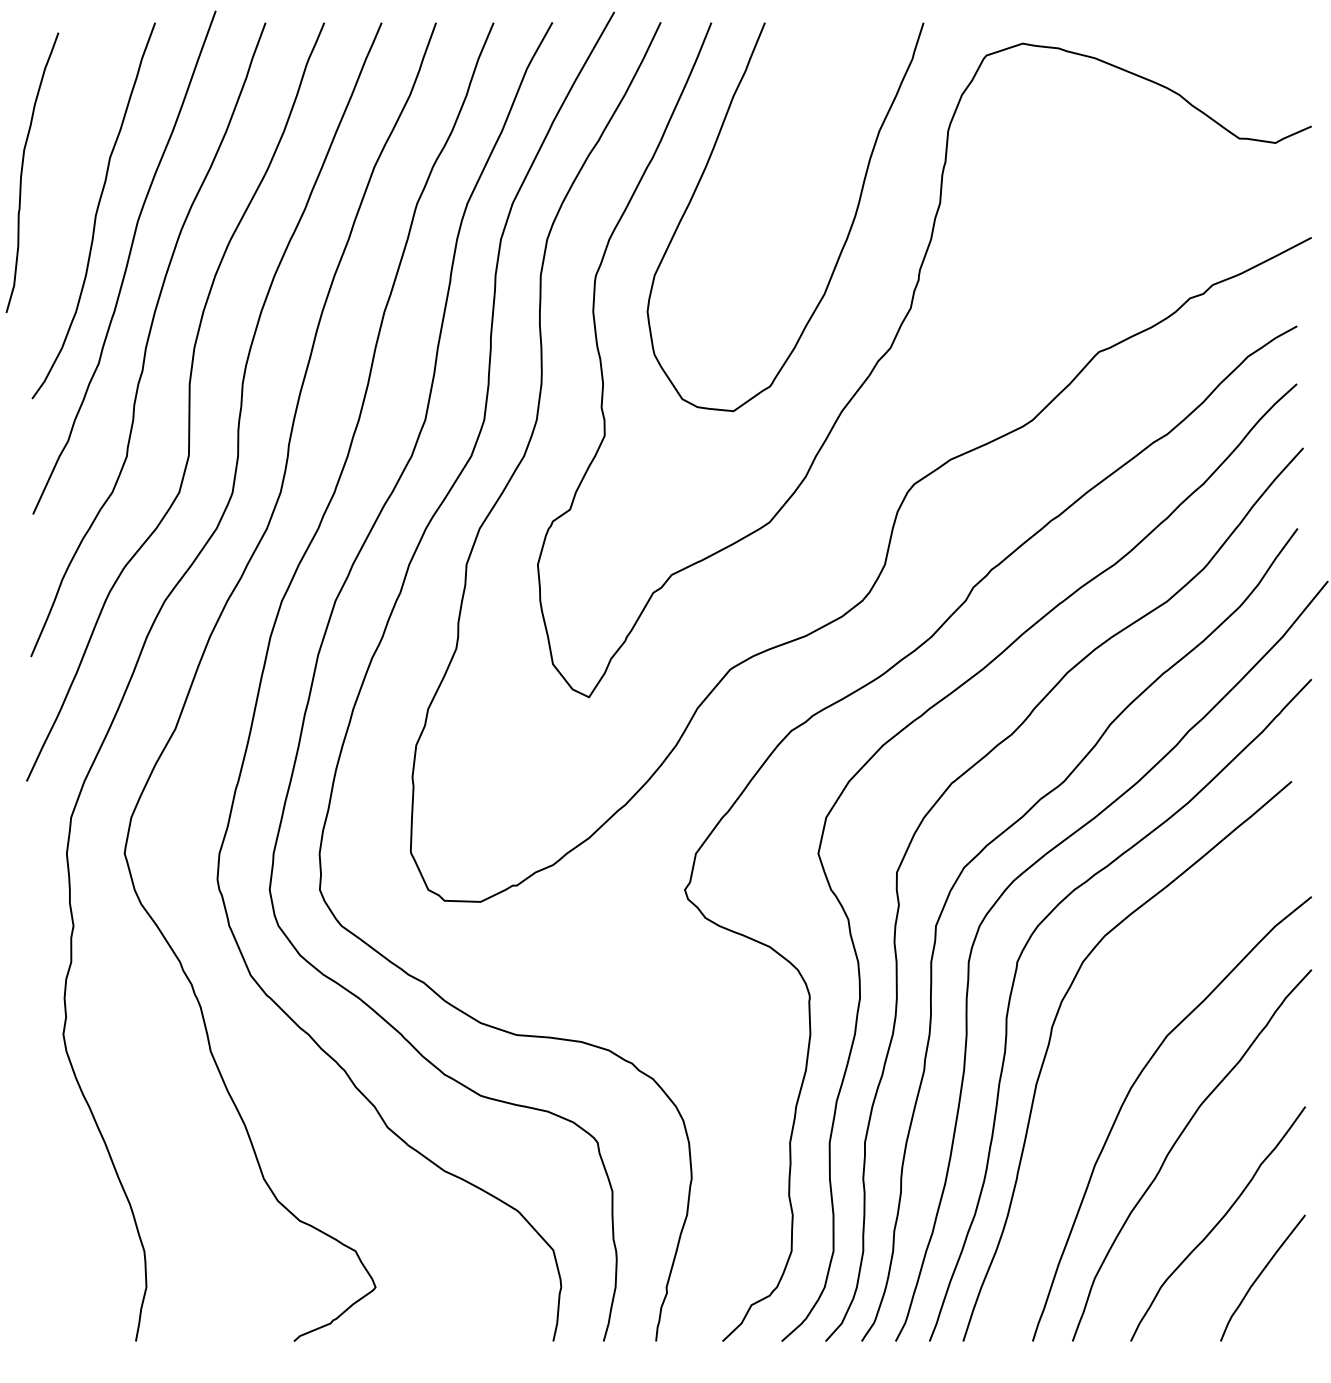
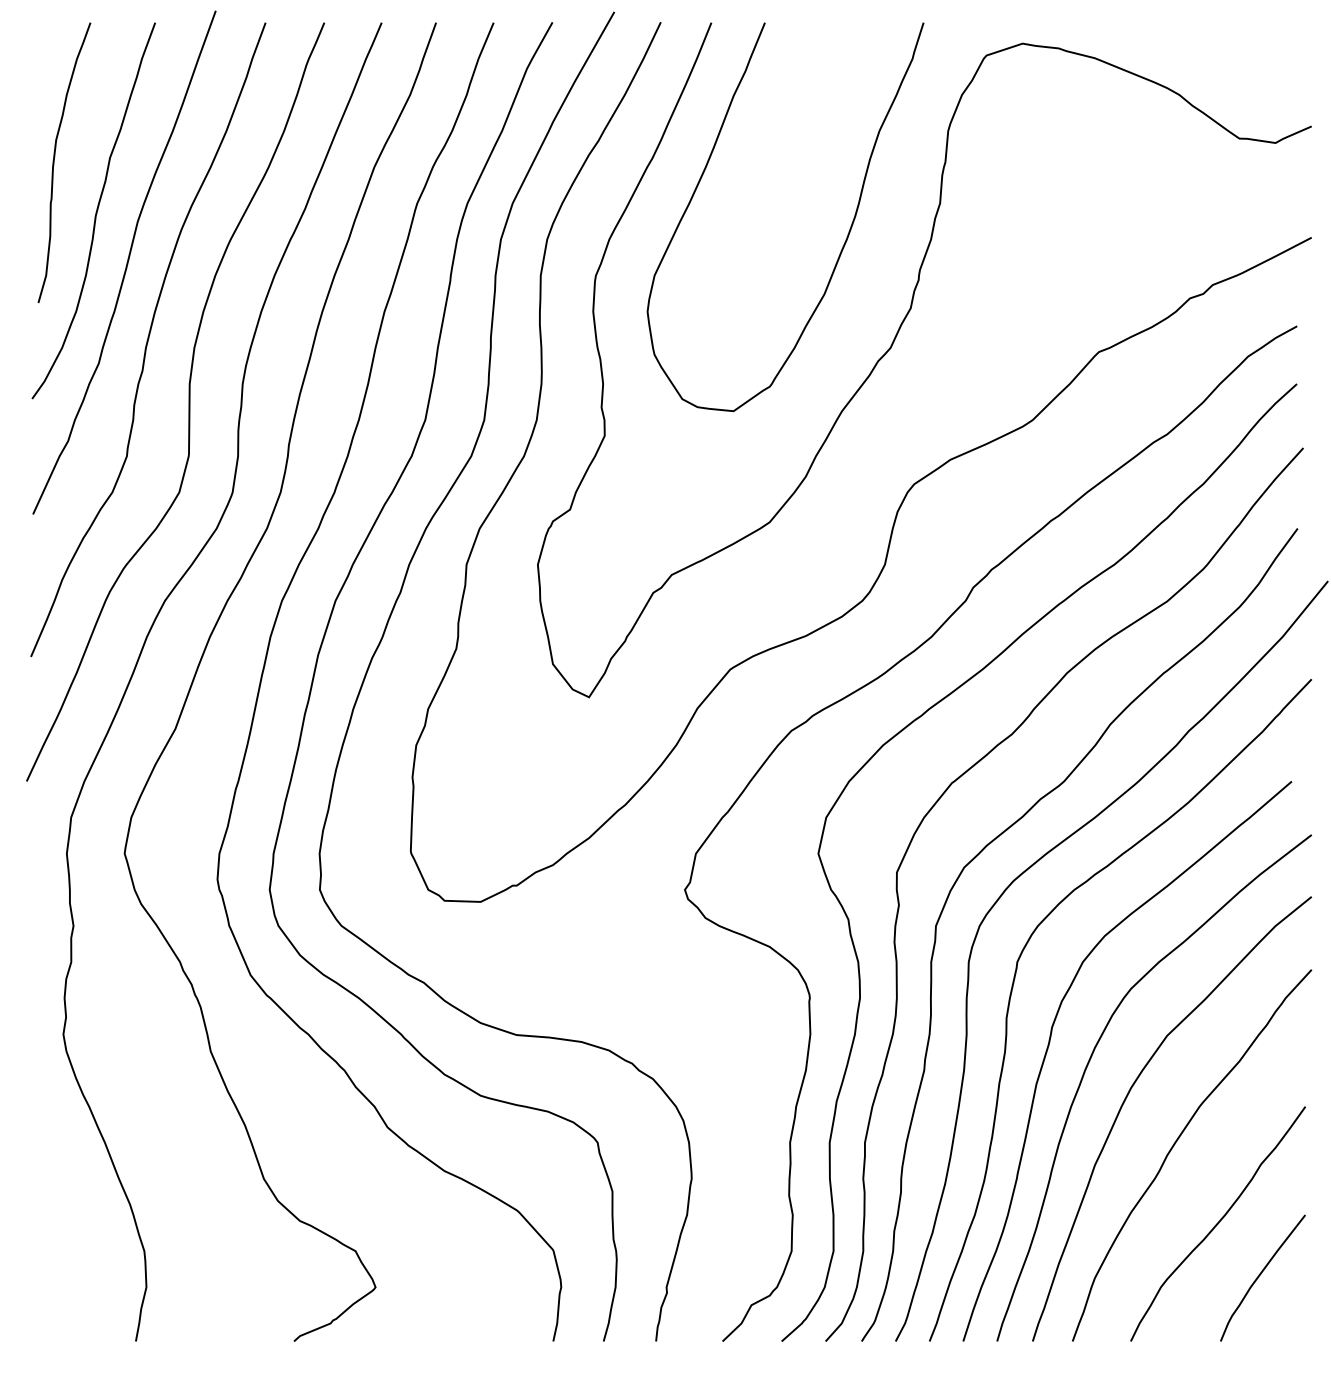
curve at (22, 172) position: (22, 172) -> (54, 162)
curve at (1089, 1063): none -> present
